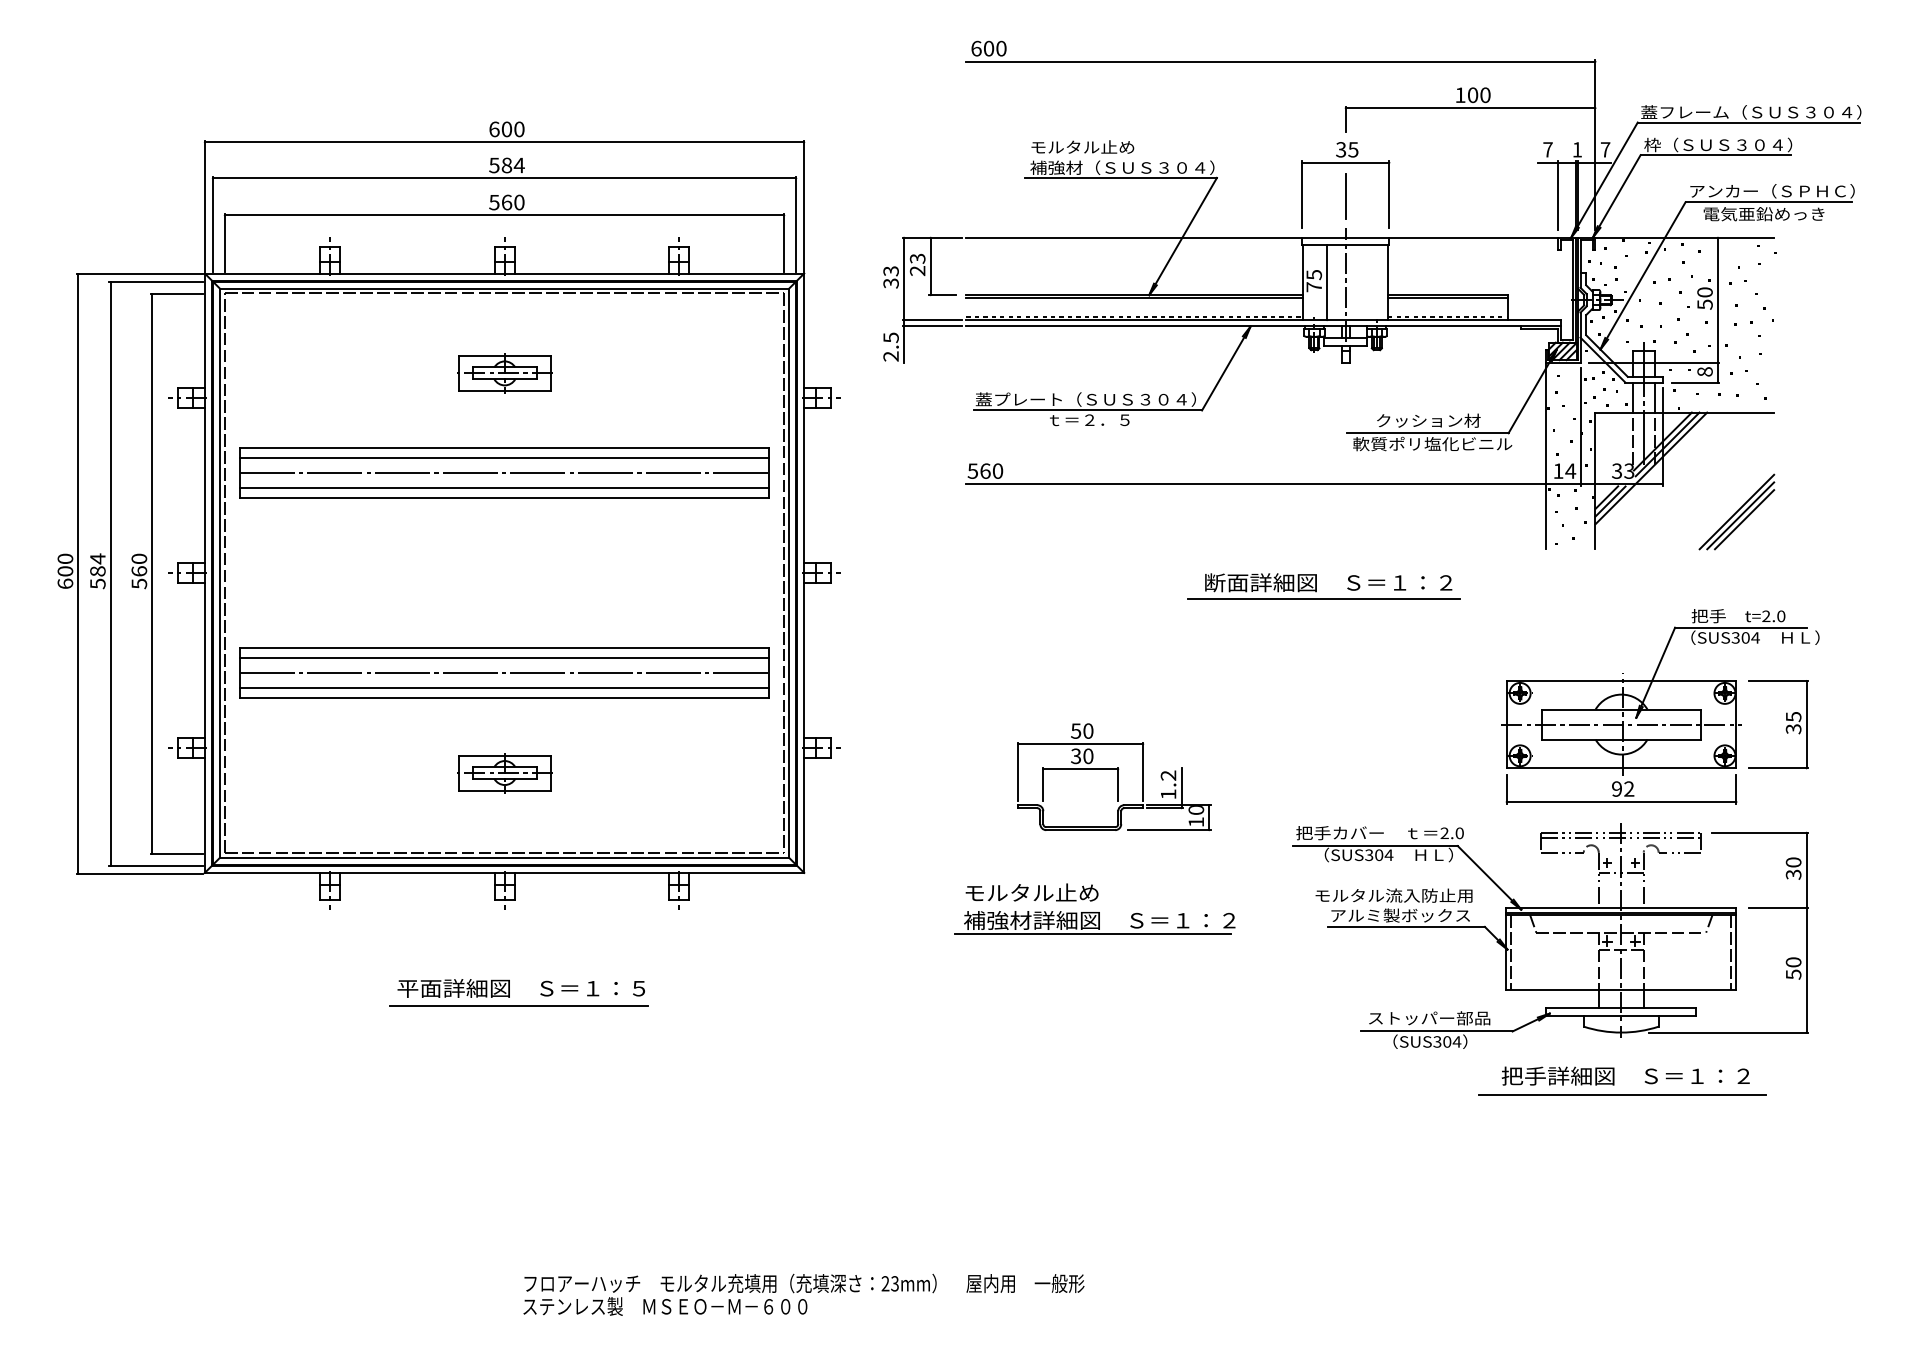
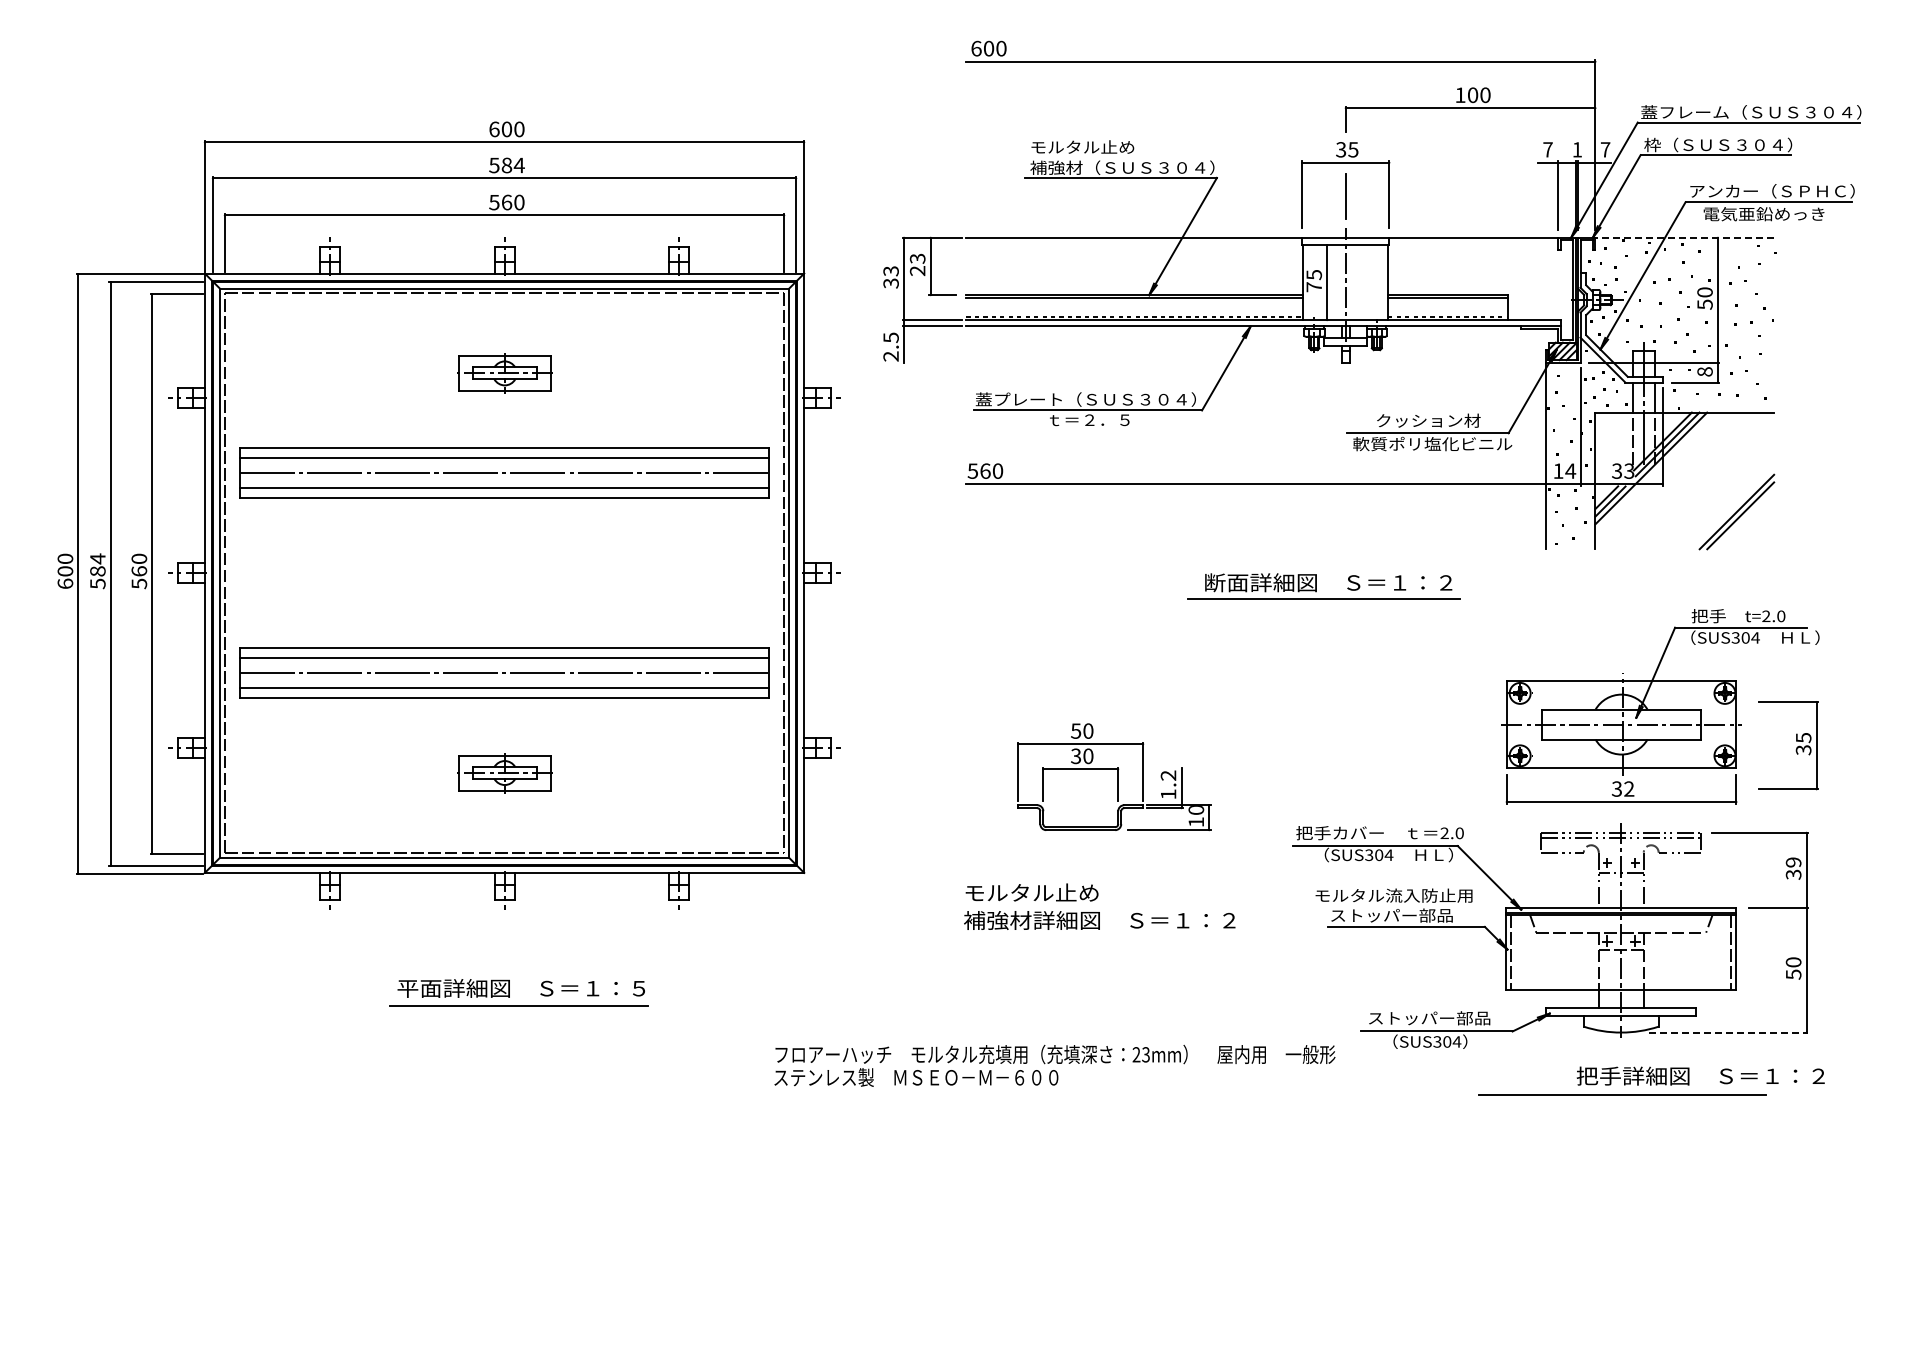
line at (1684, 237): solid -> dashed
line at (1744, 519): present -> none
part at (1786, 726) position: (1786, 726) -> (1796, 747)
text at (1616, 788): 92 -> 32
text at (1793, 862): 30 -> 39
text at (1400, 915): アルミ製ボックス -> ストッパー部品
line at (1092, 933): present -> none
line at (1728, 1032): solid -> dashed
text at (1625, 1075) position: (1625, 1075) -> (1700, 1075)
text at (803, 1294) position: (803, 1294) -> (1054, 1065)
